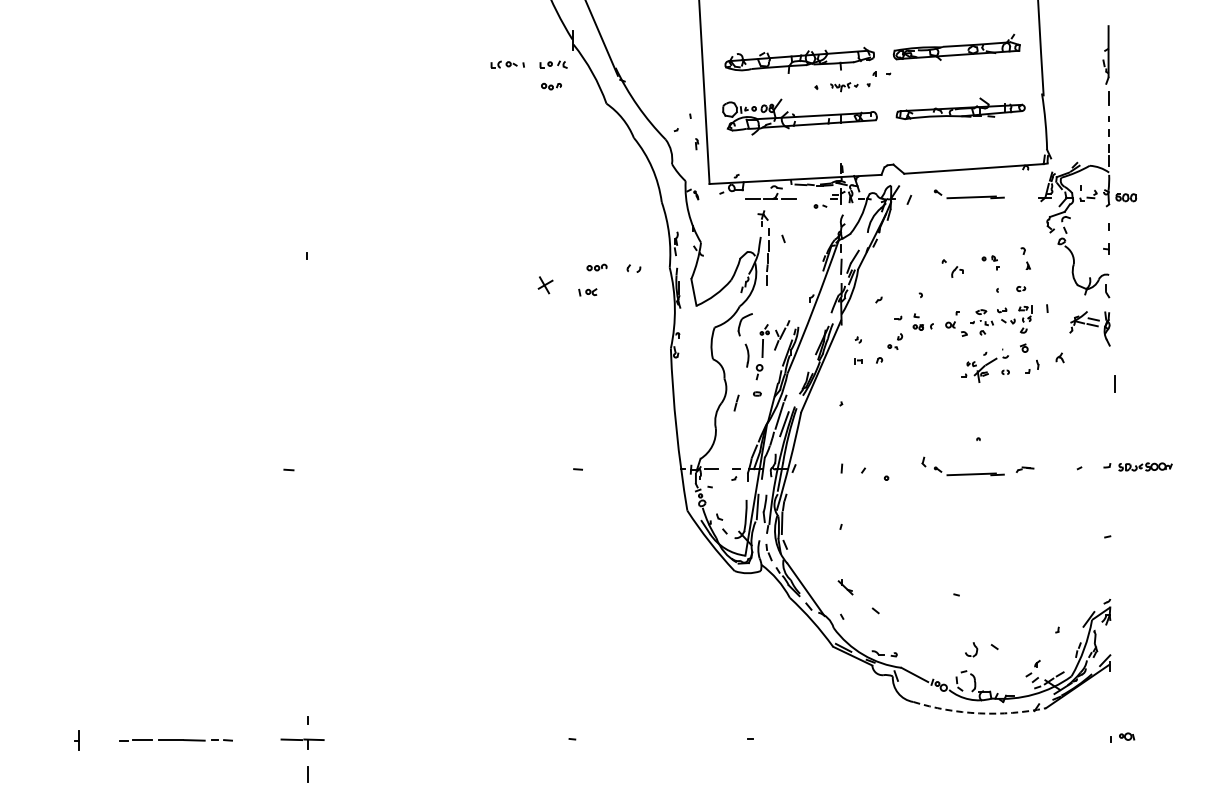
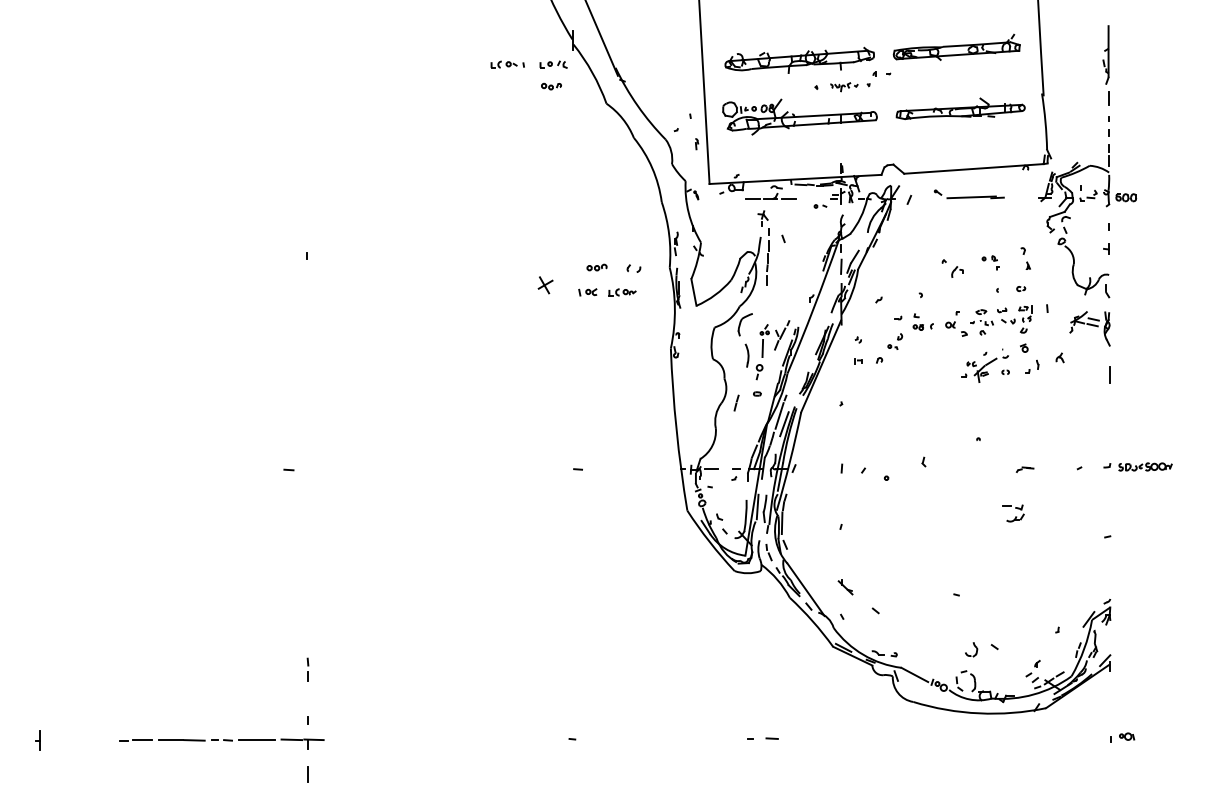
part at (622, 292): none -> present
line at (1114, 383) position: (1114, 383) -> (1109, 374)
part at (968, 471): present -> none
part at (1013, 513): none -> present
part at (307, 669): none -> present
arc at (979, 713): dashed -> solid
line at (771, 738): none -> present
part at (76, 740) position: (76, 740) -> (37, 740)
line at (256, 740): none -> present
